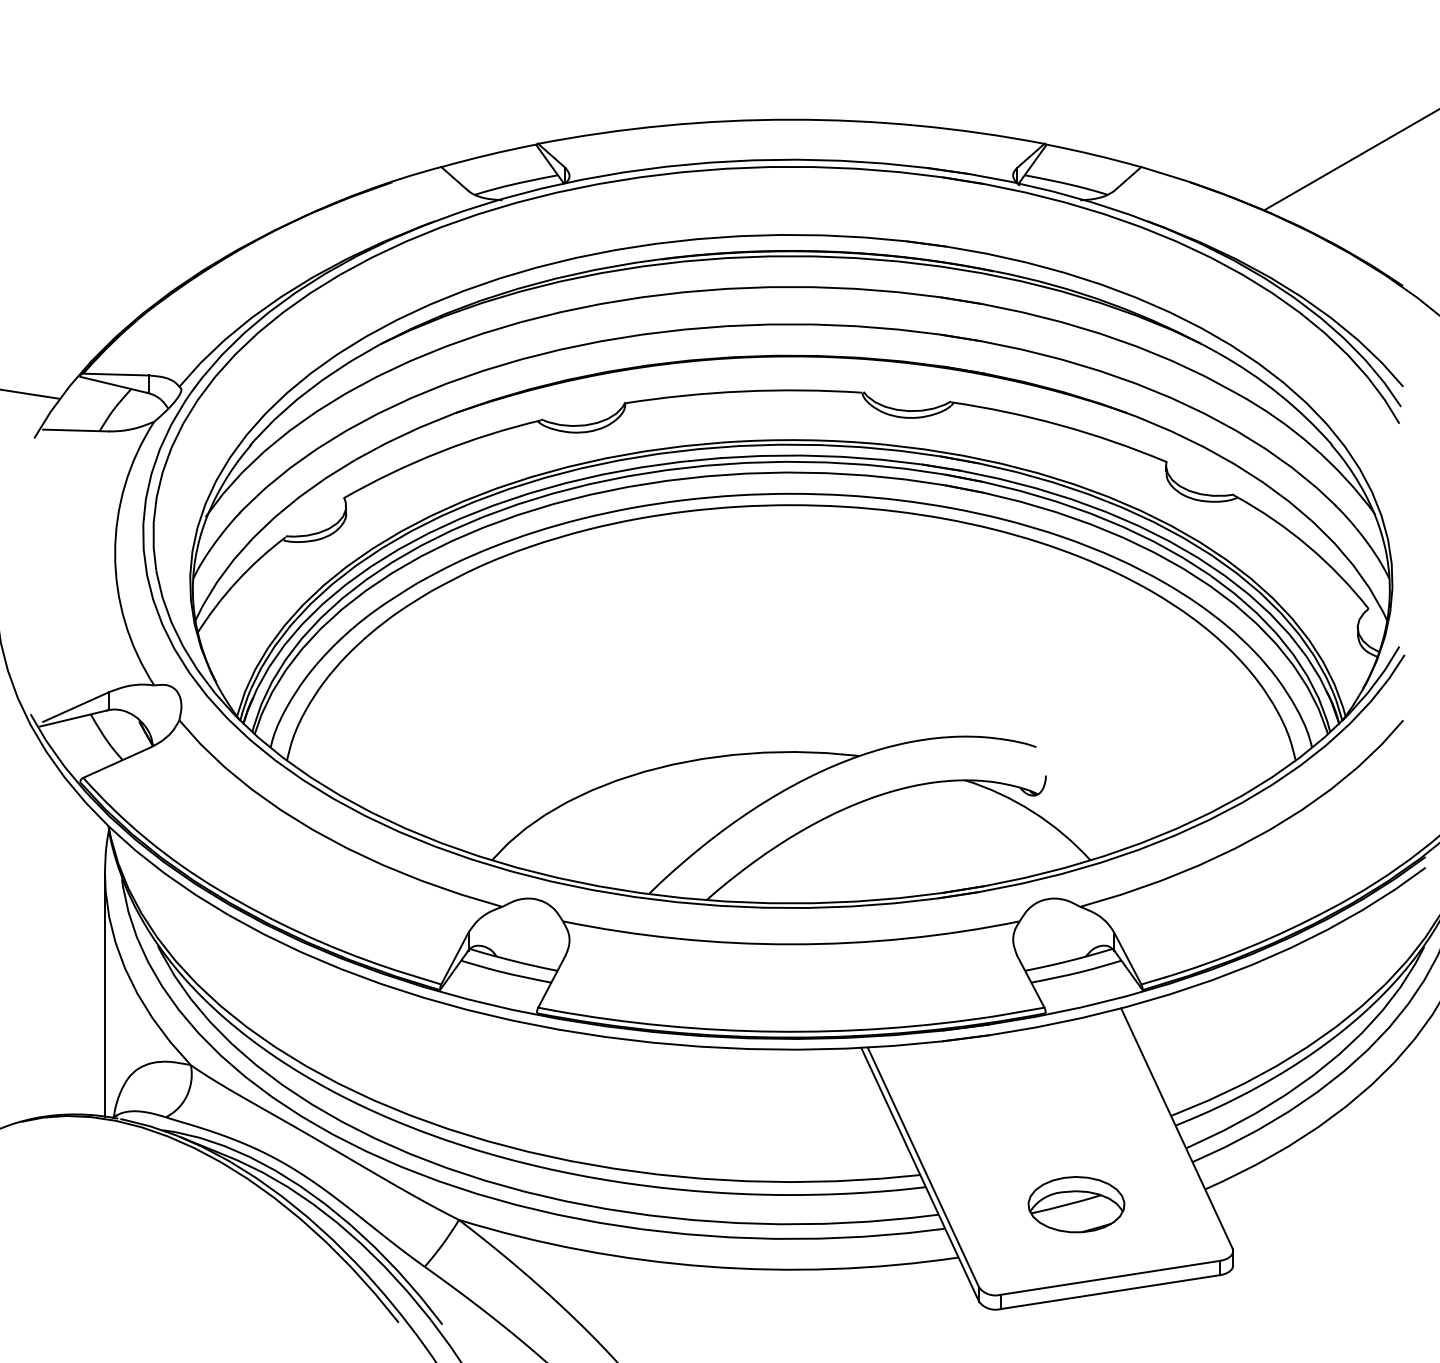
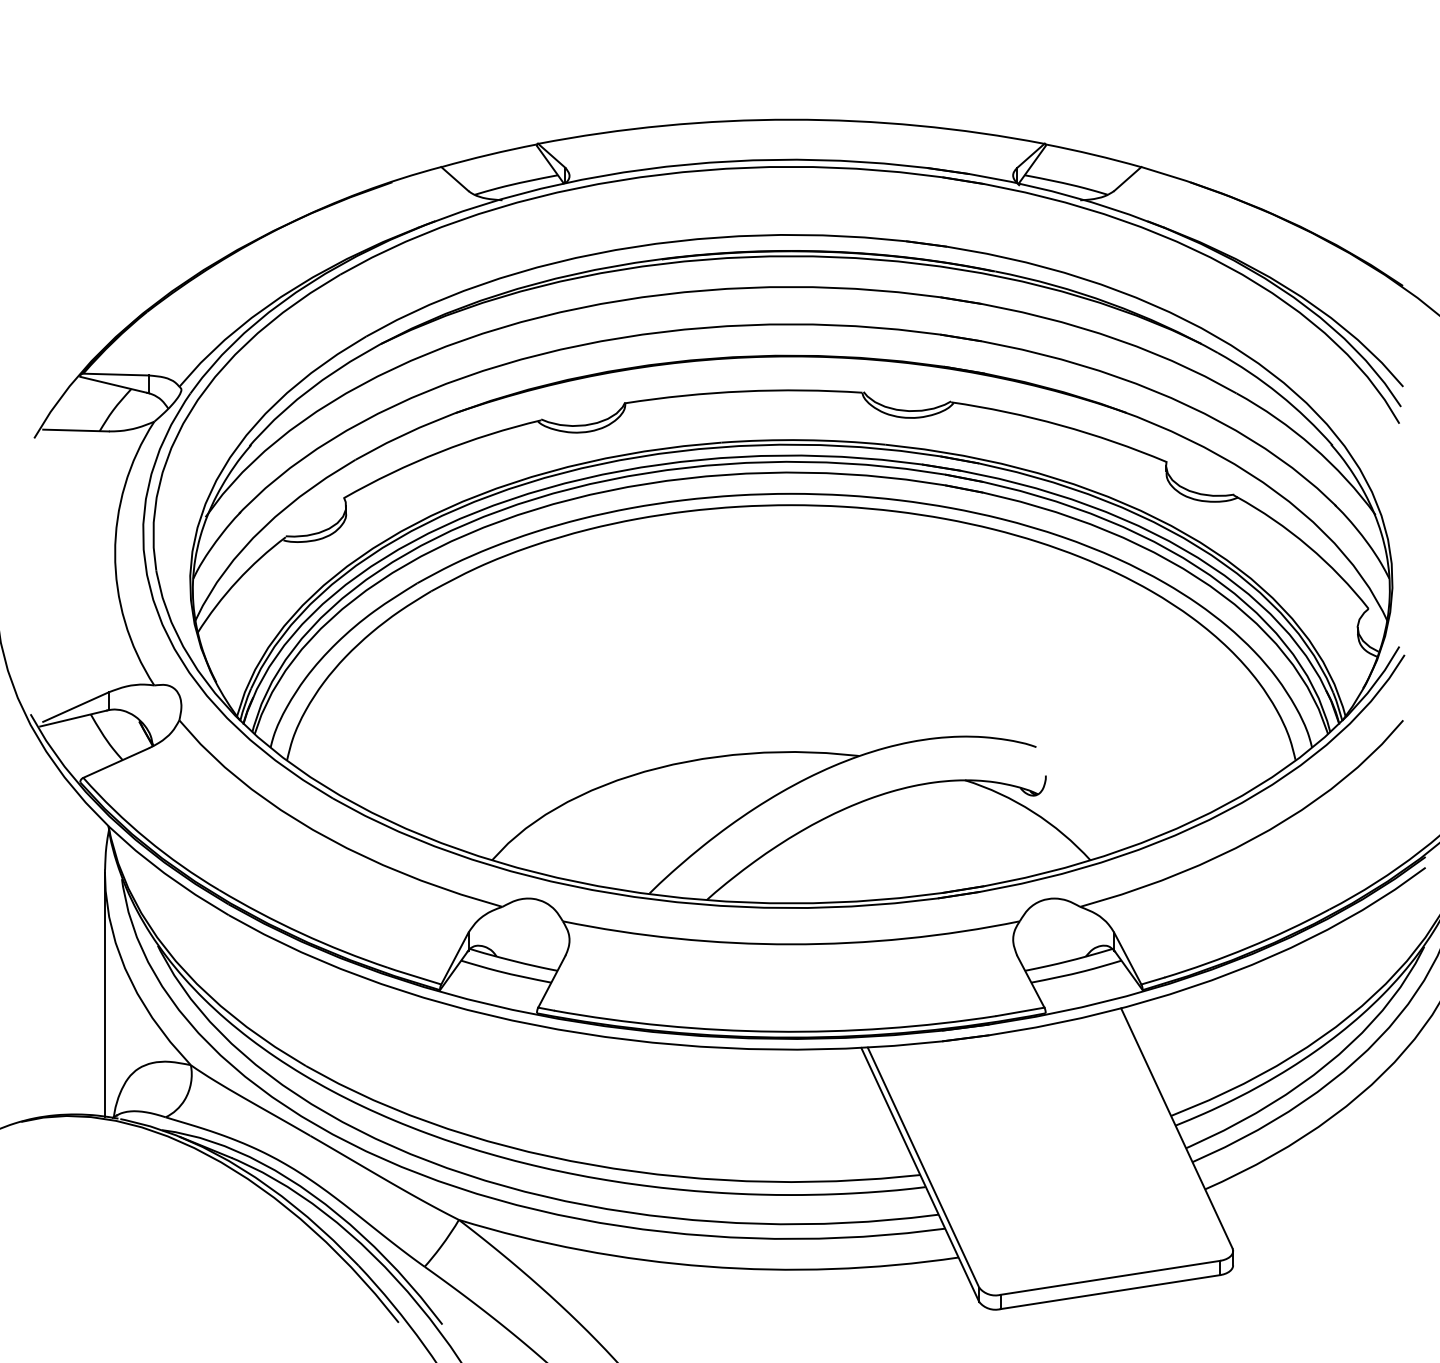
line at (1350, 160): present -> none
line at (30, 393): present -> none
part at (1076, 1204): present -> none
